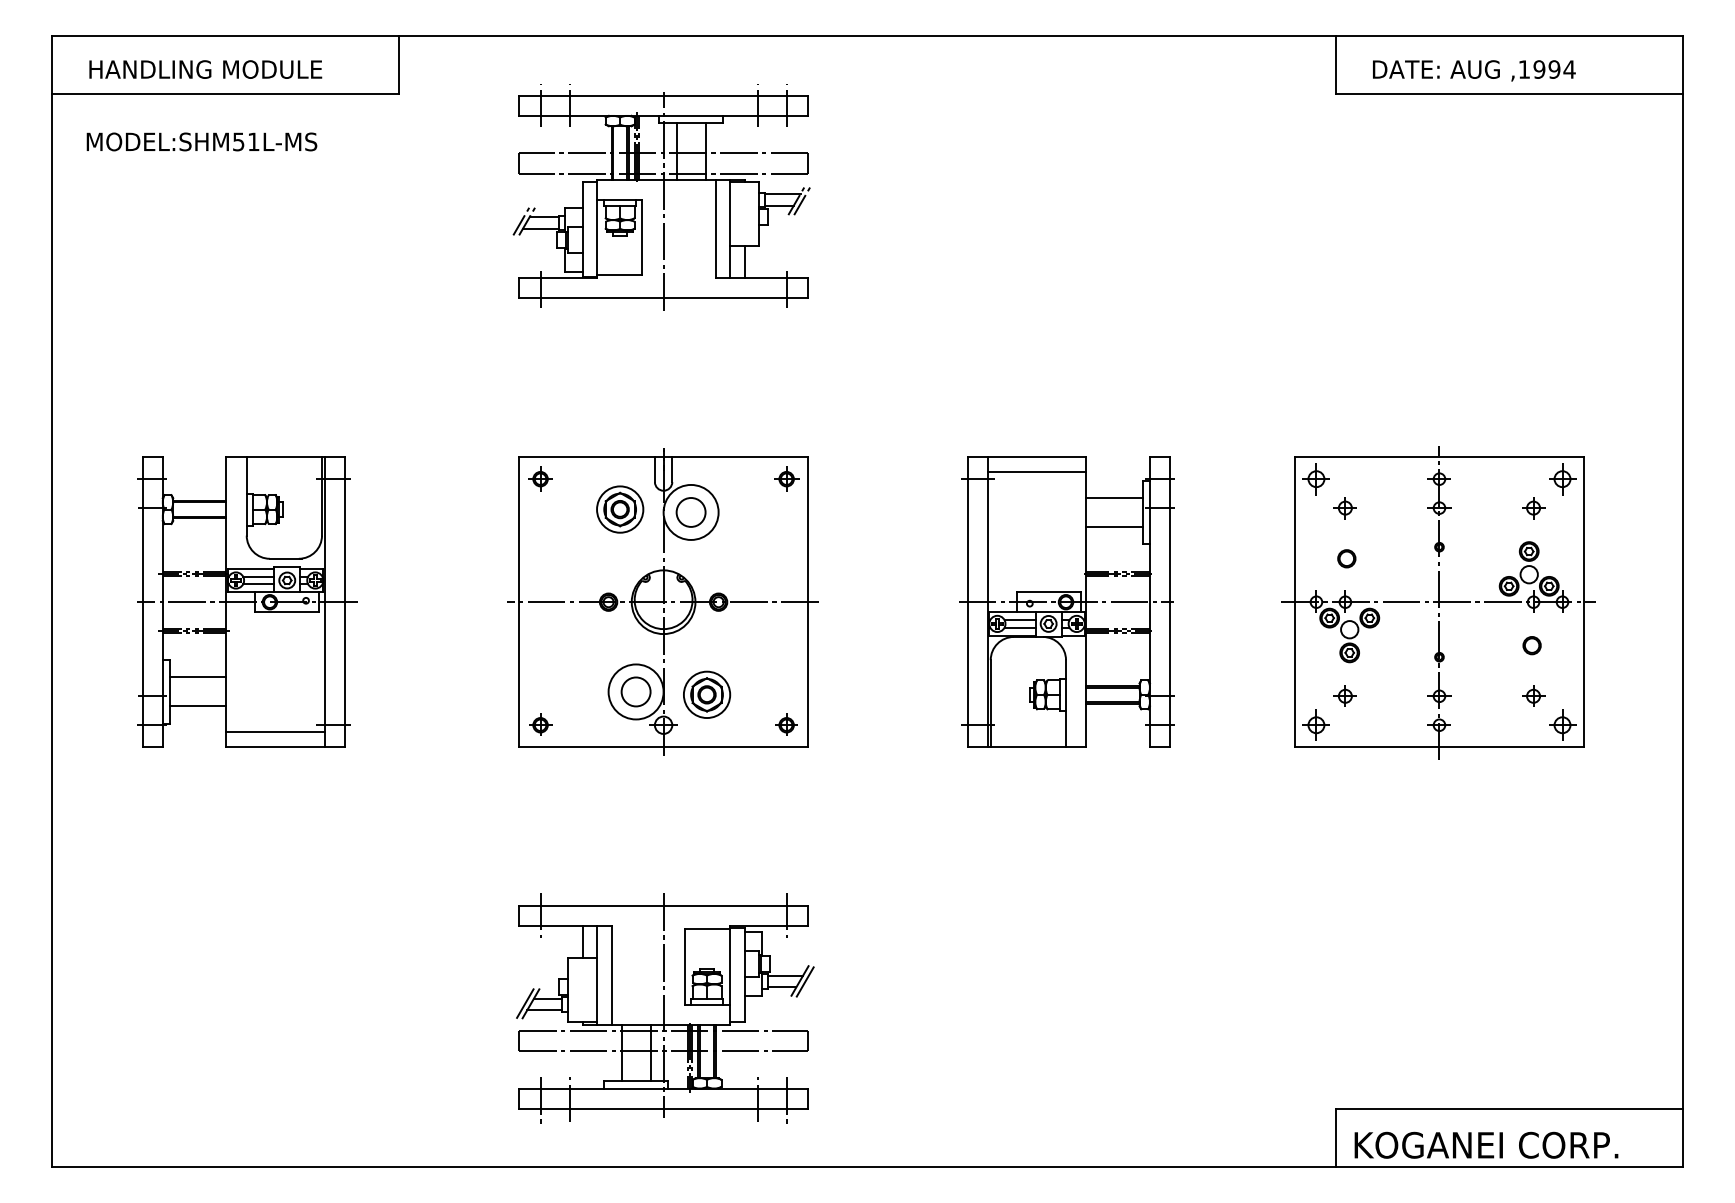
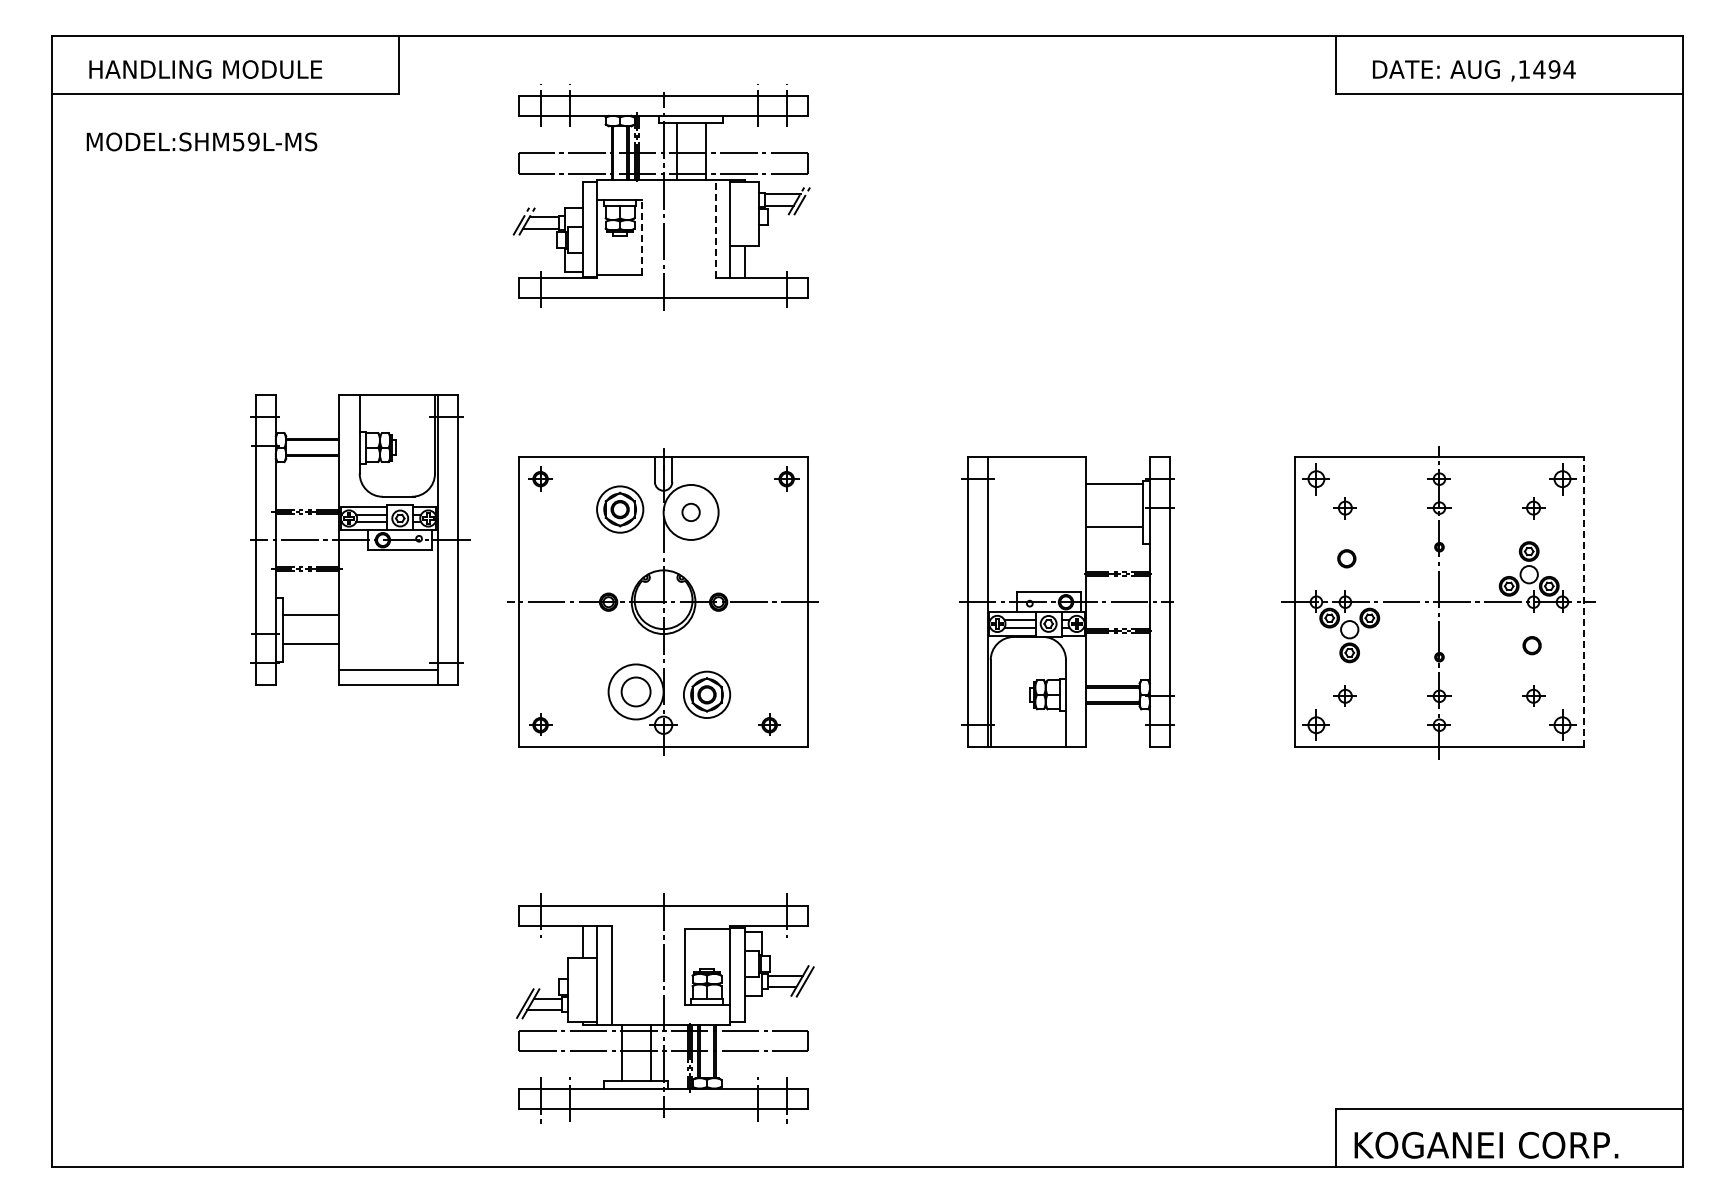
text at (1539, 69): ,1994 -> ,1494
text at (253, 141): MODEL:SHM51L-MS -> MODEL:SHM59L-MS
line at (715, 228): solid -> dashed
line at (641, 237): solid -> dashed
line at (1036, 471): present -> none
line at (1114, 498) position: (1114, 498) -> (1114, 484)
circle at (690, 512) diameter: 29 px -> 17 px
part at (247, 601) position: (247, 601) -> (360, 539)
line at (1584, 602): solid -> dashed
part at (786, 724) position: (786, 724) -> (769, 724)
